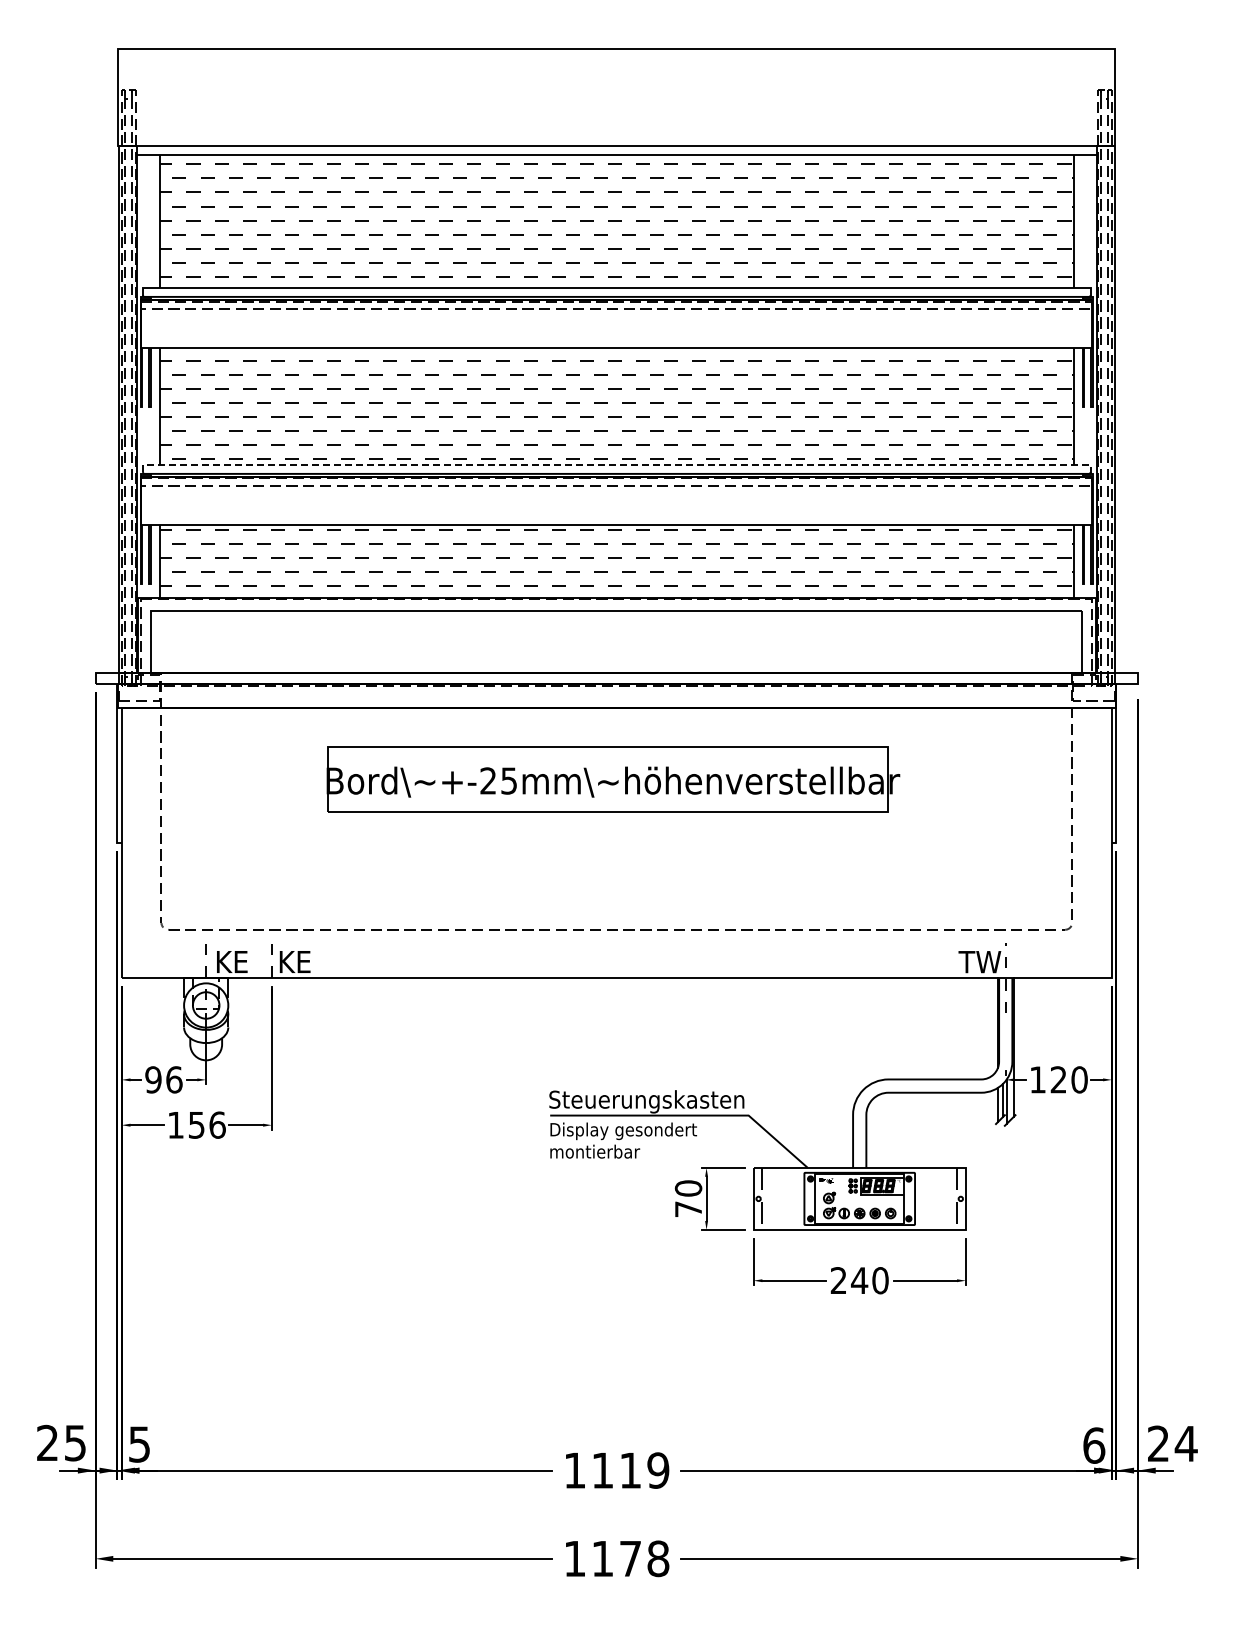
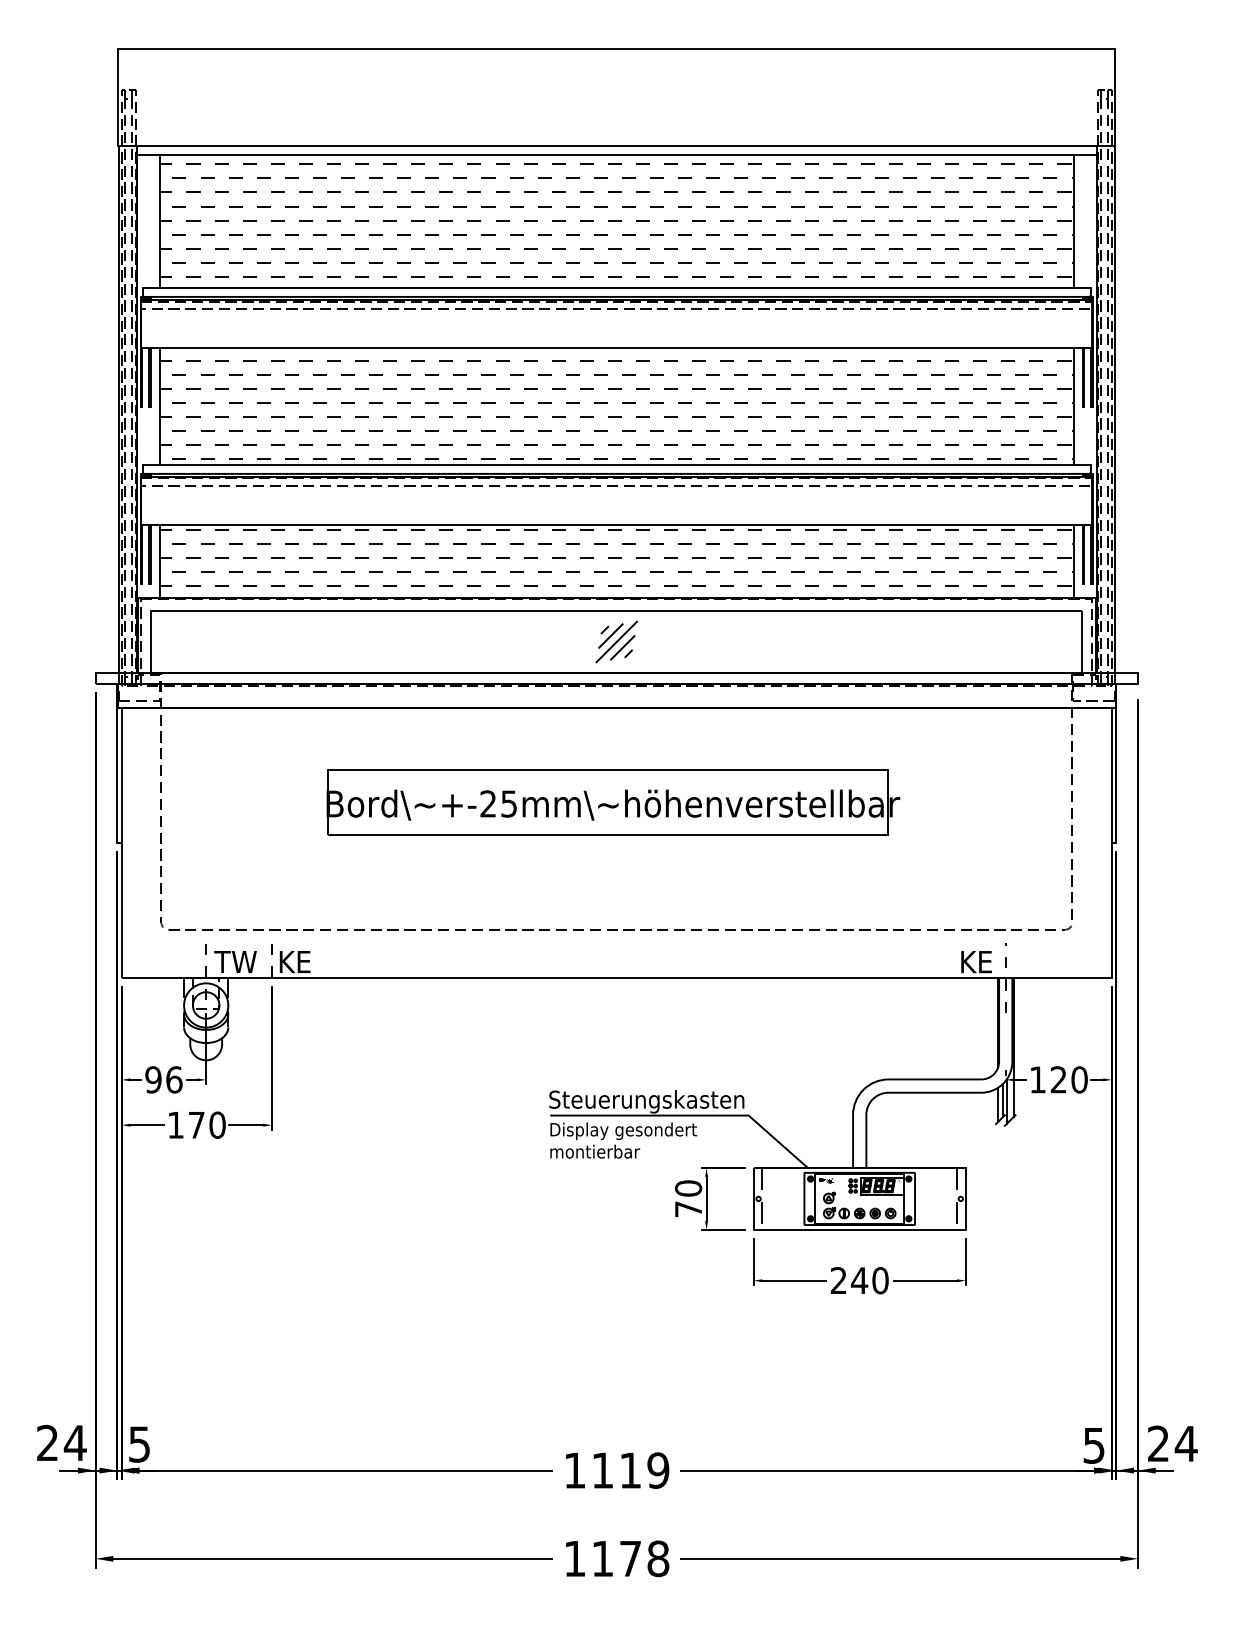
line at (616, 465): dashed -> solid
part at (616, 641): none -> present
part at (613, 779) position: (613, 779) -> (613, 802)
text at (235, 961): KE -> TW
text at (979, 962): TW -> KE
text at (207, 1124): 156 -> 170
text at (74, 1443): 25 -> 24
text at (1094, 1445): 6 -> 5
